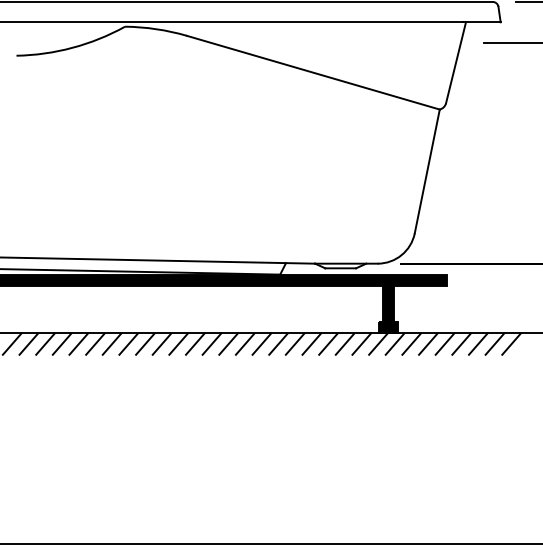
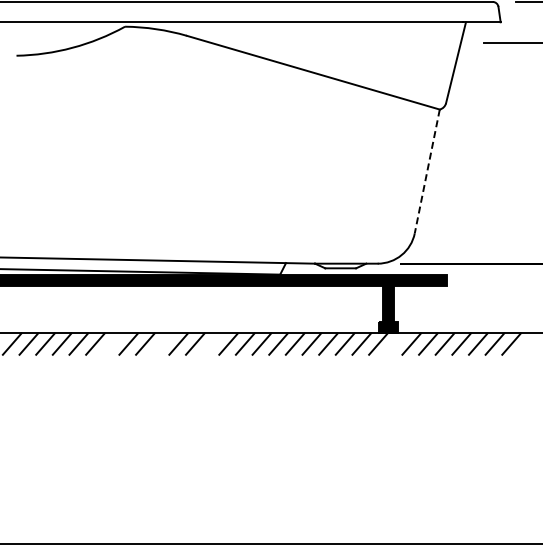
line at (427, 171): solid -> dashed
line at (111, 343): present -> none
line at (161, 343): present -> none
line at (211, 343): present -> none
line at (394, 343): present -> none
